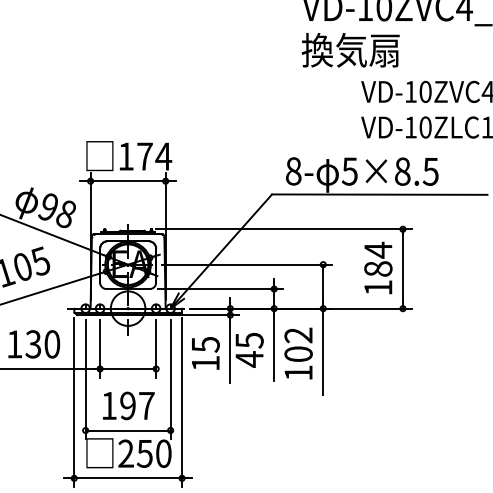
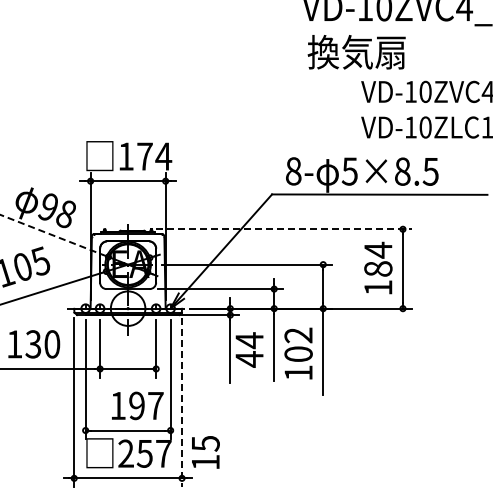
text at (350, 50) position: (350, 50) -> (356, 52)
line at (283, 229): solid -> dashed
line at (52, 235): solid -> dashed
text at (249, 340): 45 -> 44
text at (205, 353) position: (205, 353) -> (205, 452)
line at (182, 402): solid -> dashed
text at (128, 405) position: (128, 405) -> (137, 405)
text at (163, 453): 250 -> 257
